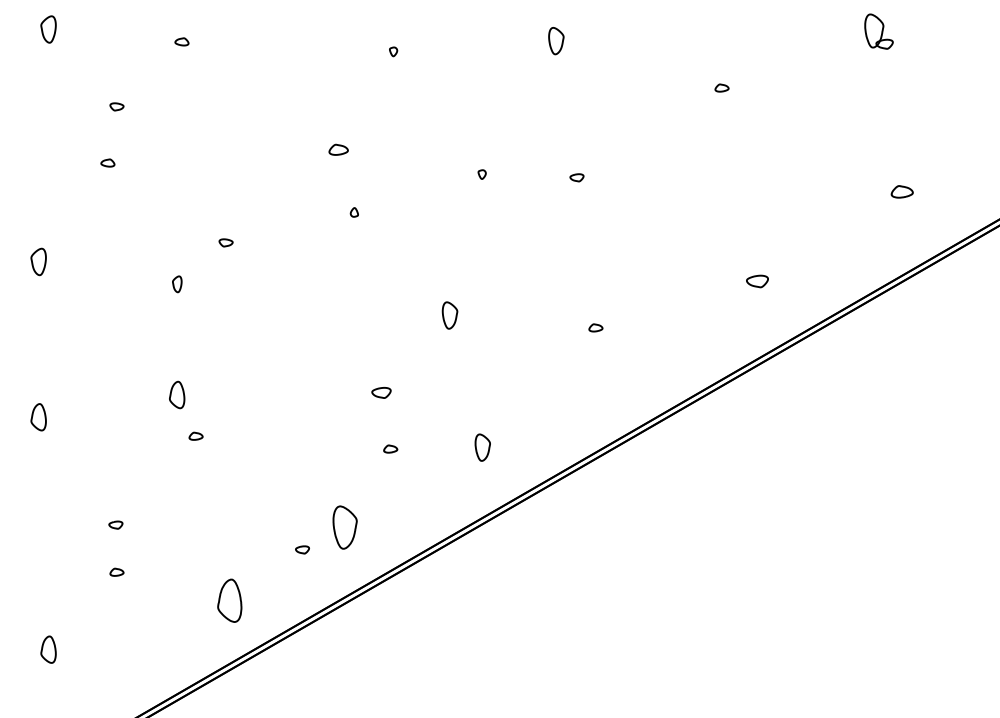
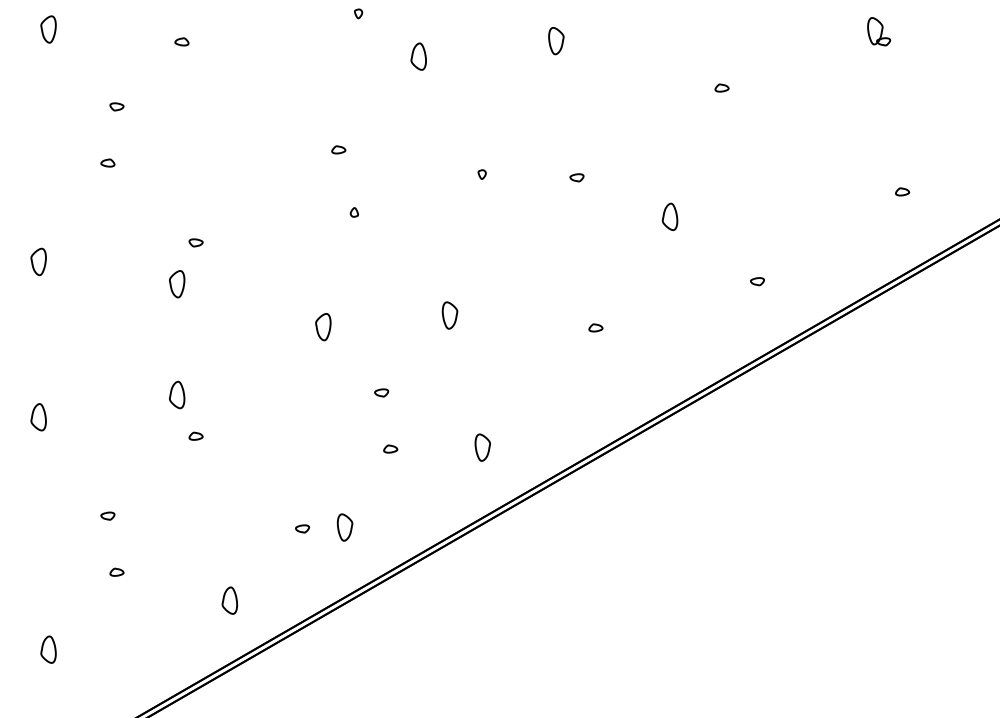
part at (878, 31) size: 30x37 px -> 25x30 px
part at (393, 51) position: (393, 51) -> (358, 13)
part at (418, 56): none -> present
part at (338, 149) size: 21x13 px -> 16x10 px
part at (901, 191) size: 24x14 px -> 16x10 px
part at (669, 216): none -> present
part at (225, 242) position: (225, 242) -> (195, 242)
part at (757, 281) size: 23x15 px -> 15x10 px
part at (177, 284) size: 11x19 px -> 17x29 px
part at (323, 327): none -> present
part at (381, 392) size: 21x12 px -> 16x10 px
part at (115, 524) position: (115, 524) -> (107, 515)
part at (344, 527) size: 26x45 px -> 18x29 px
part at (302, 549) position: (302, 549) -> (302, 528)
part at (229, 600) size: 26x45 px -> 18x29 px
